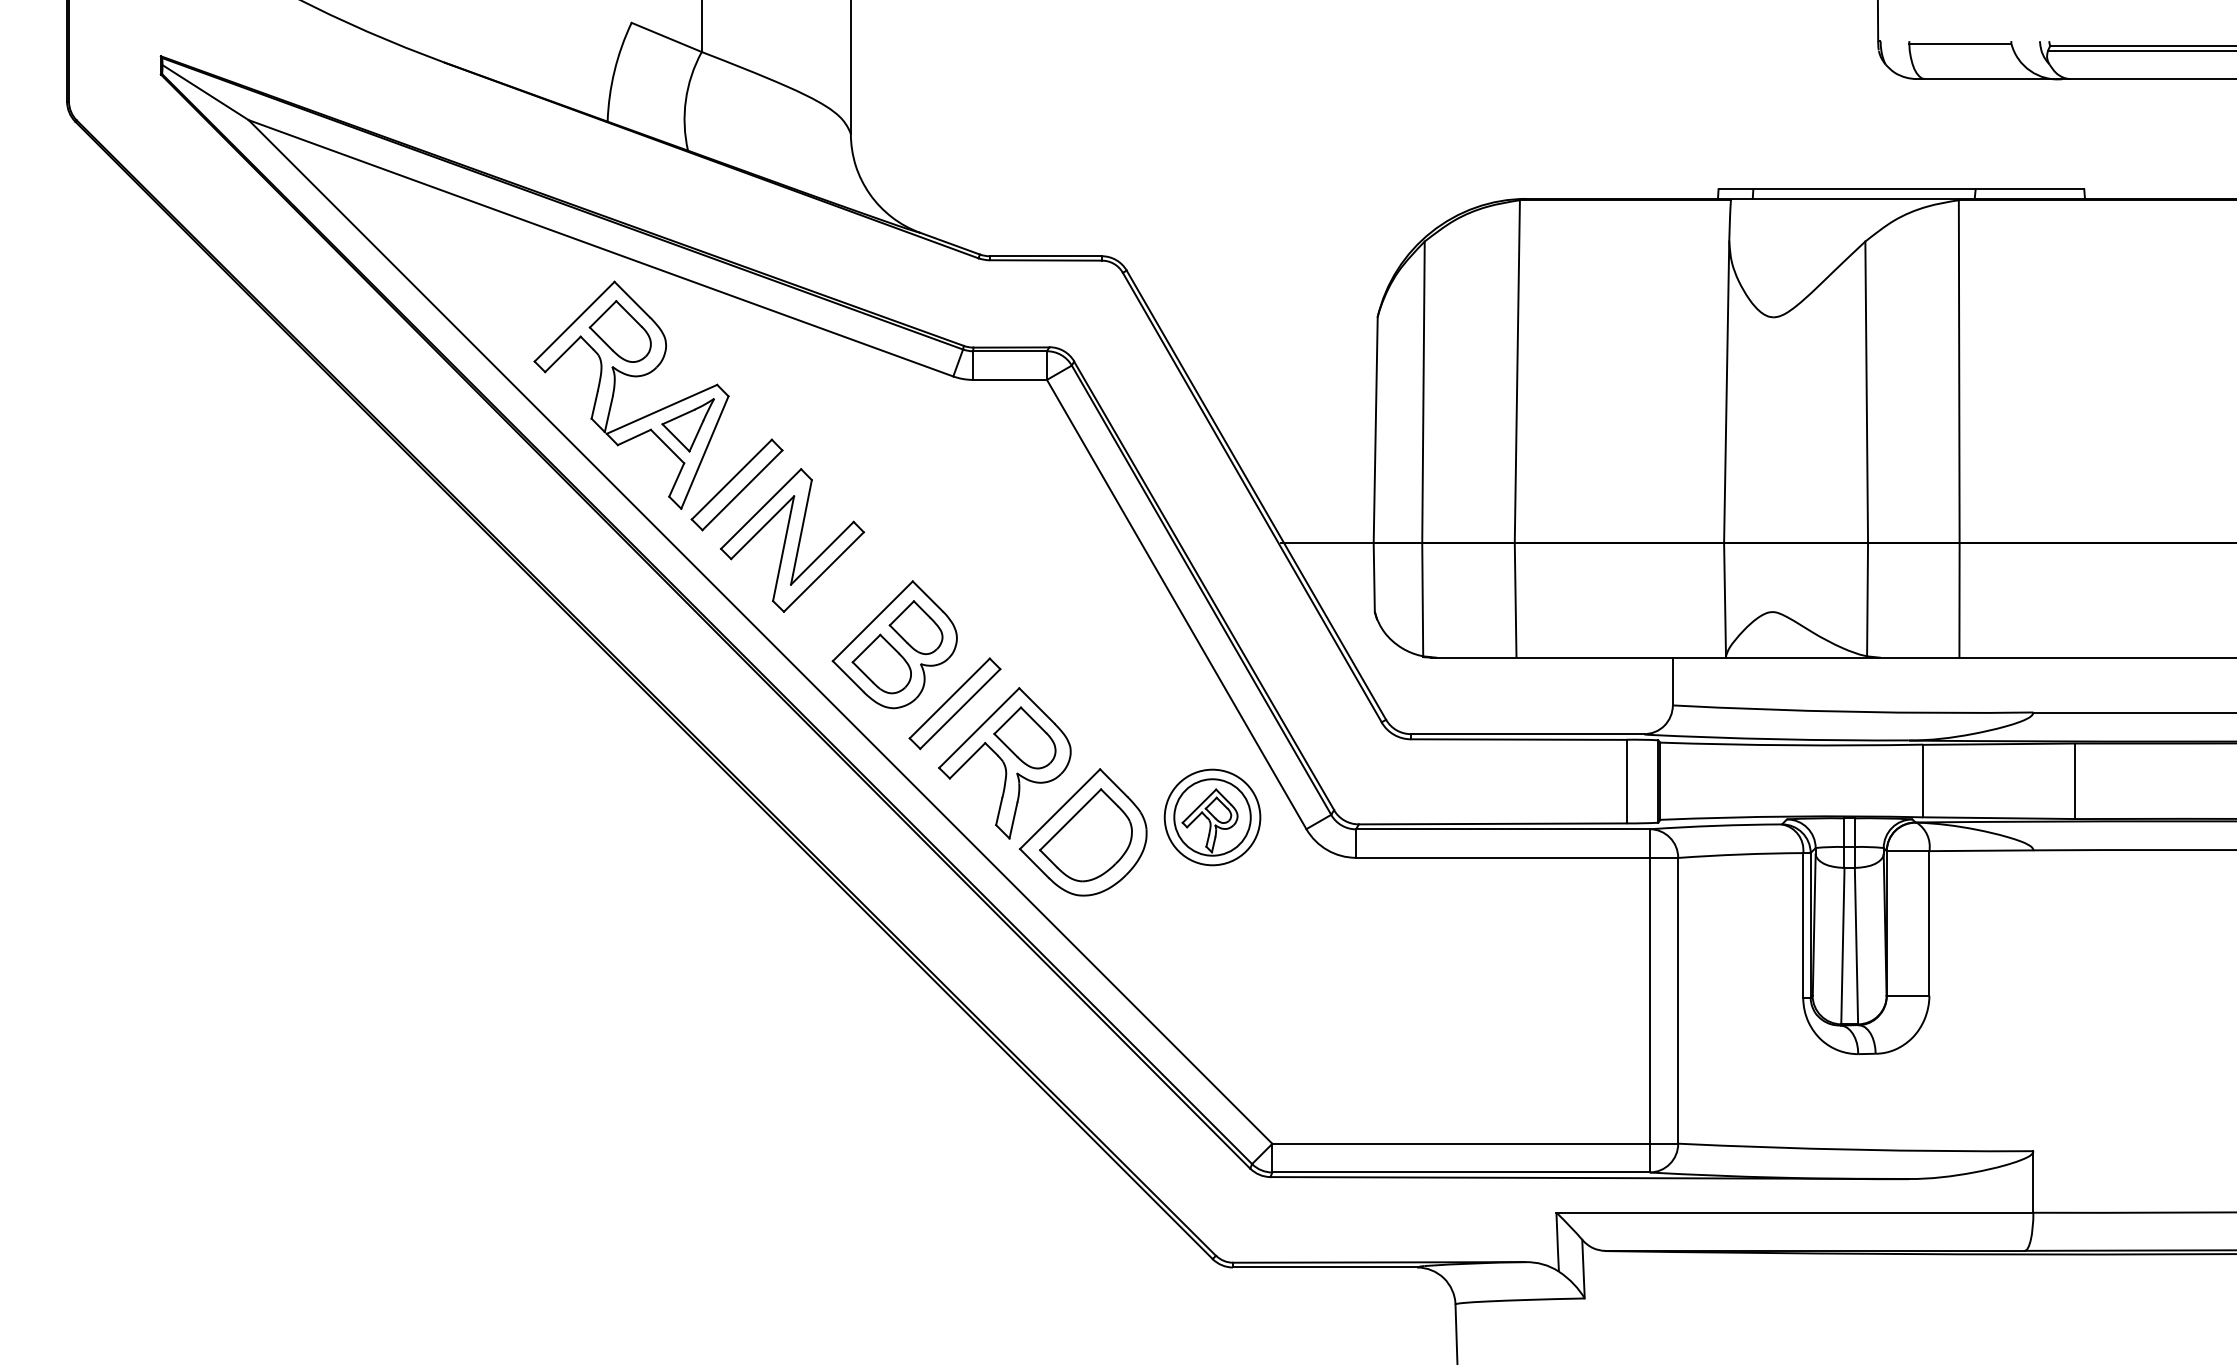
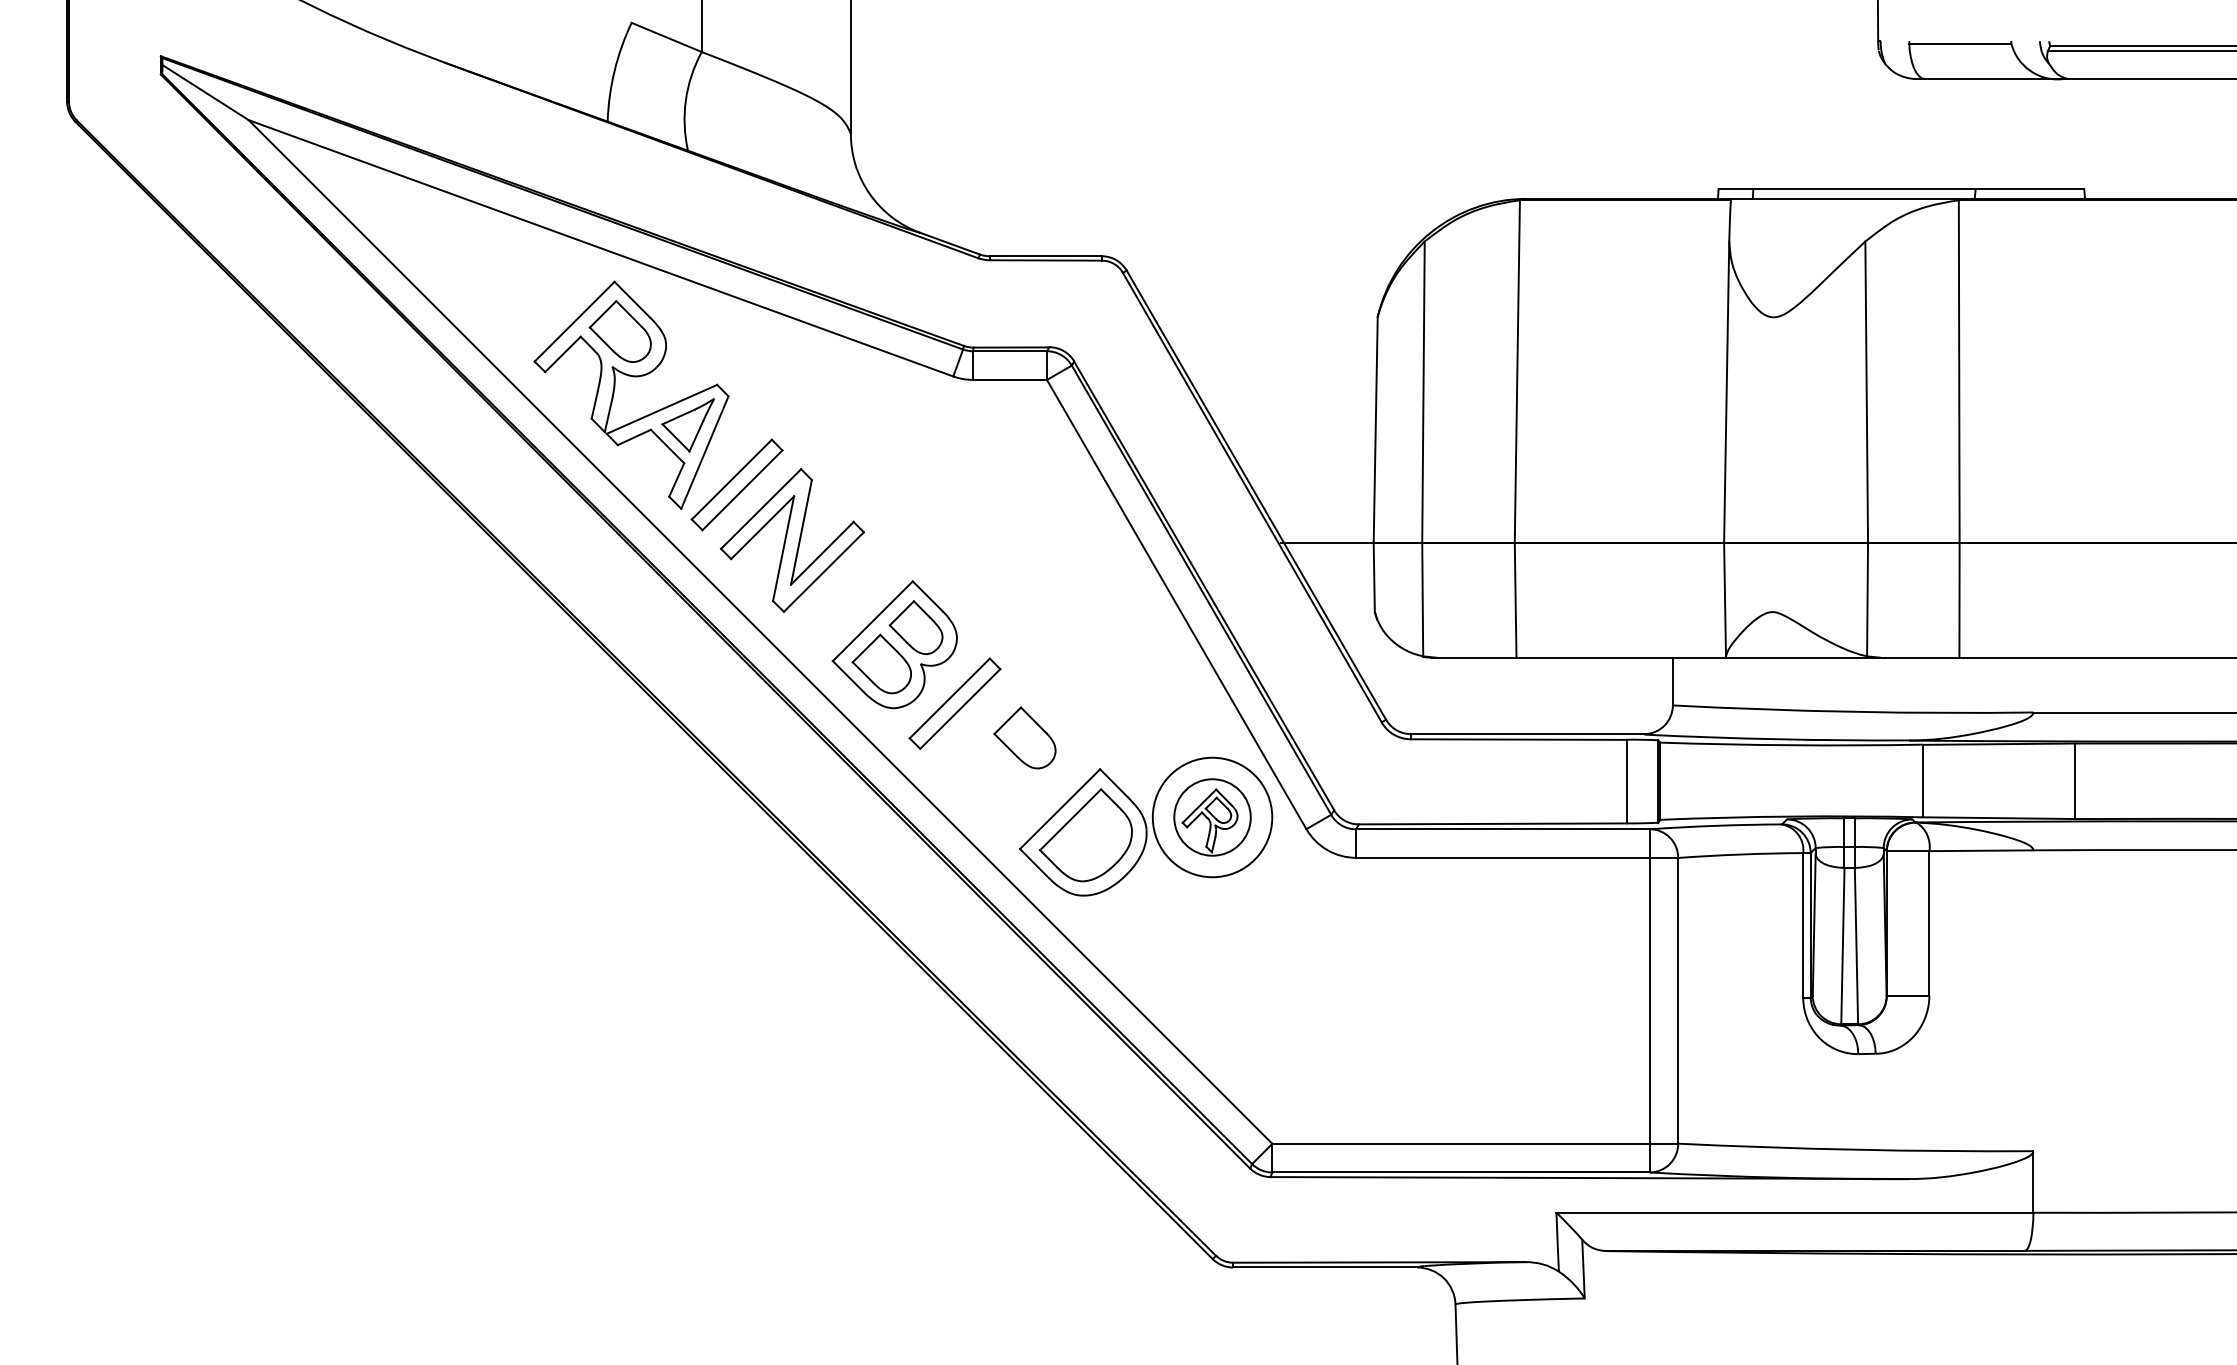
part at (1004, 763): present -> none
circle at (1212, 817) diameter: 96 px -> 119 px
